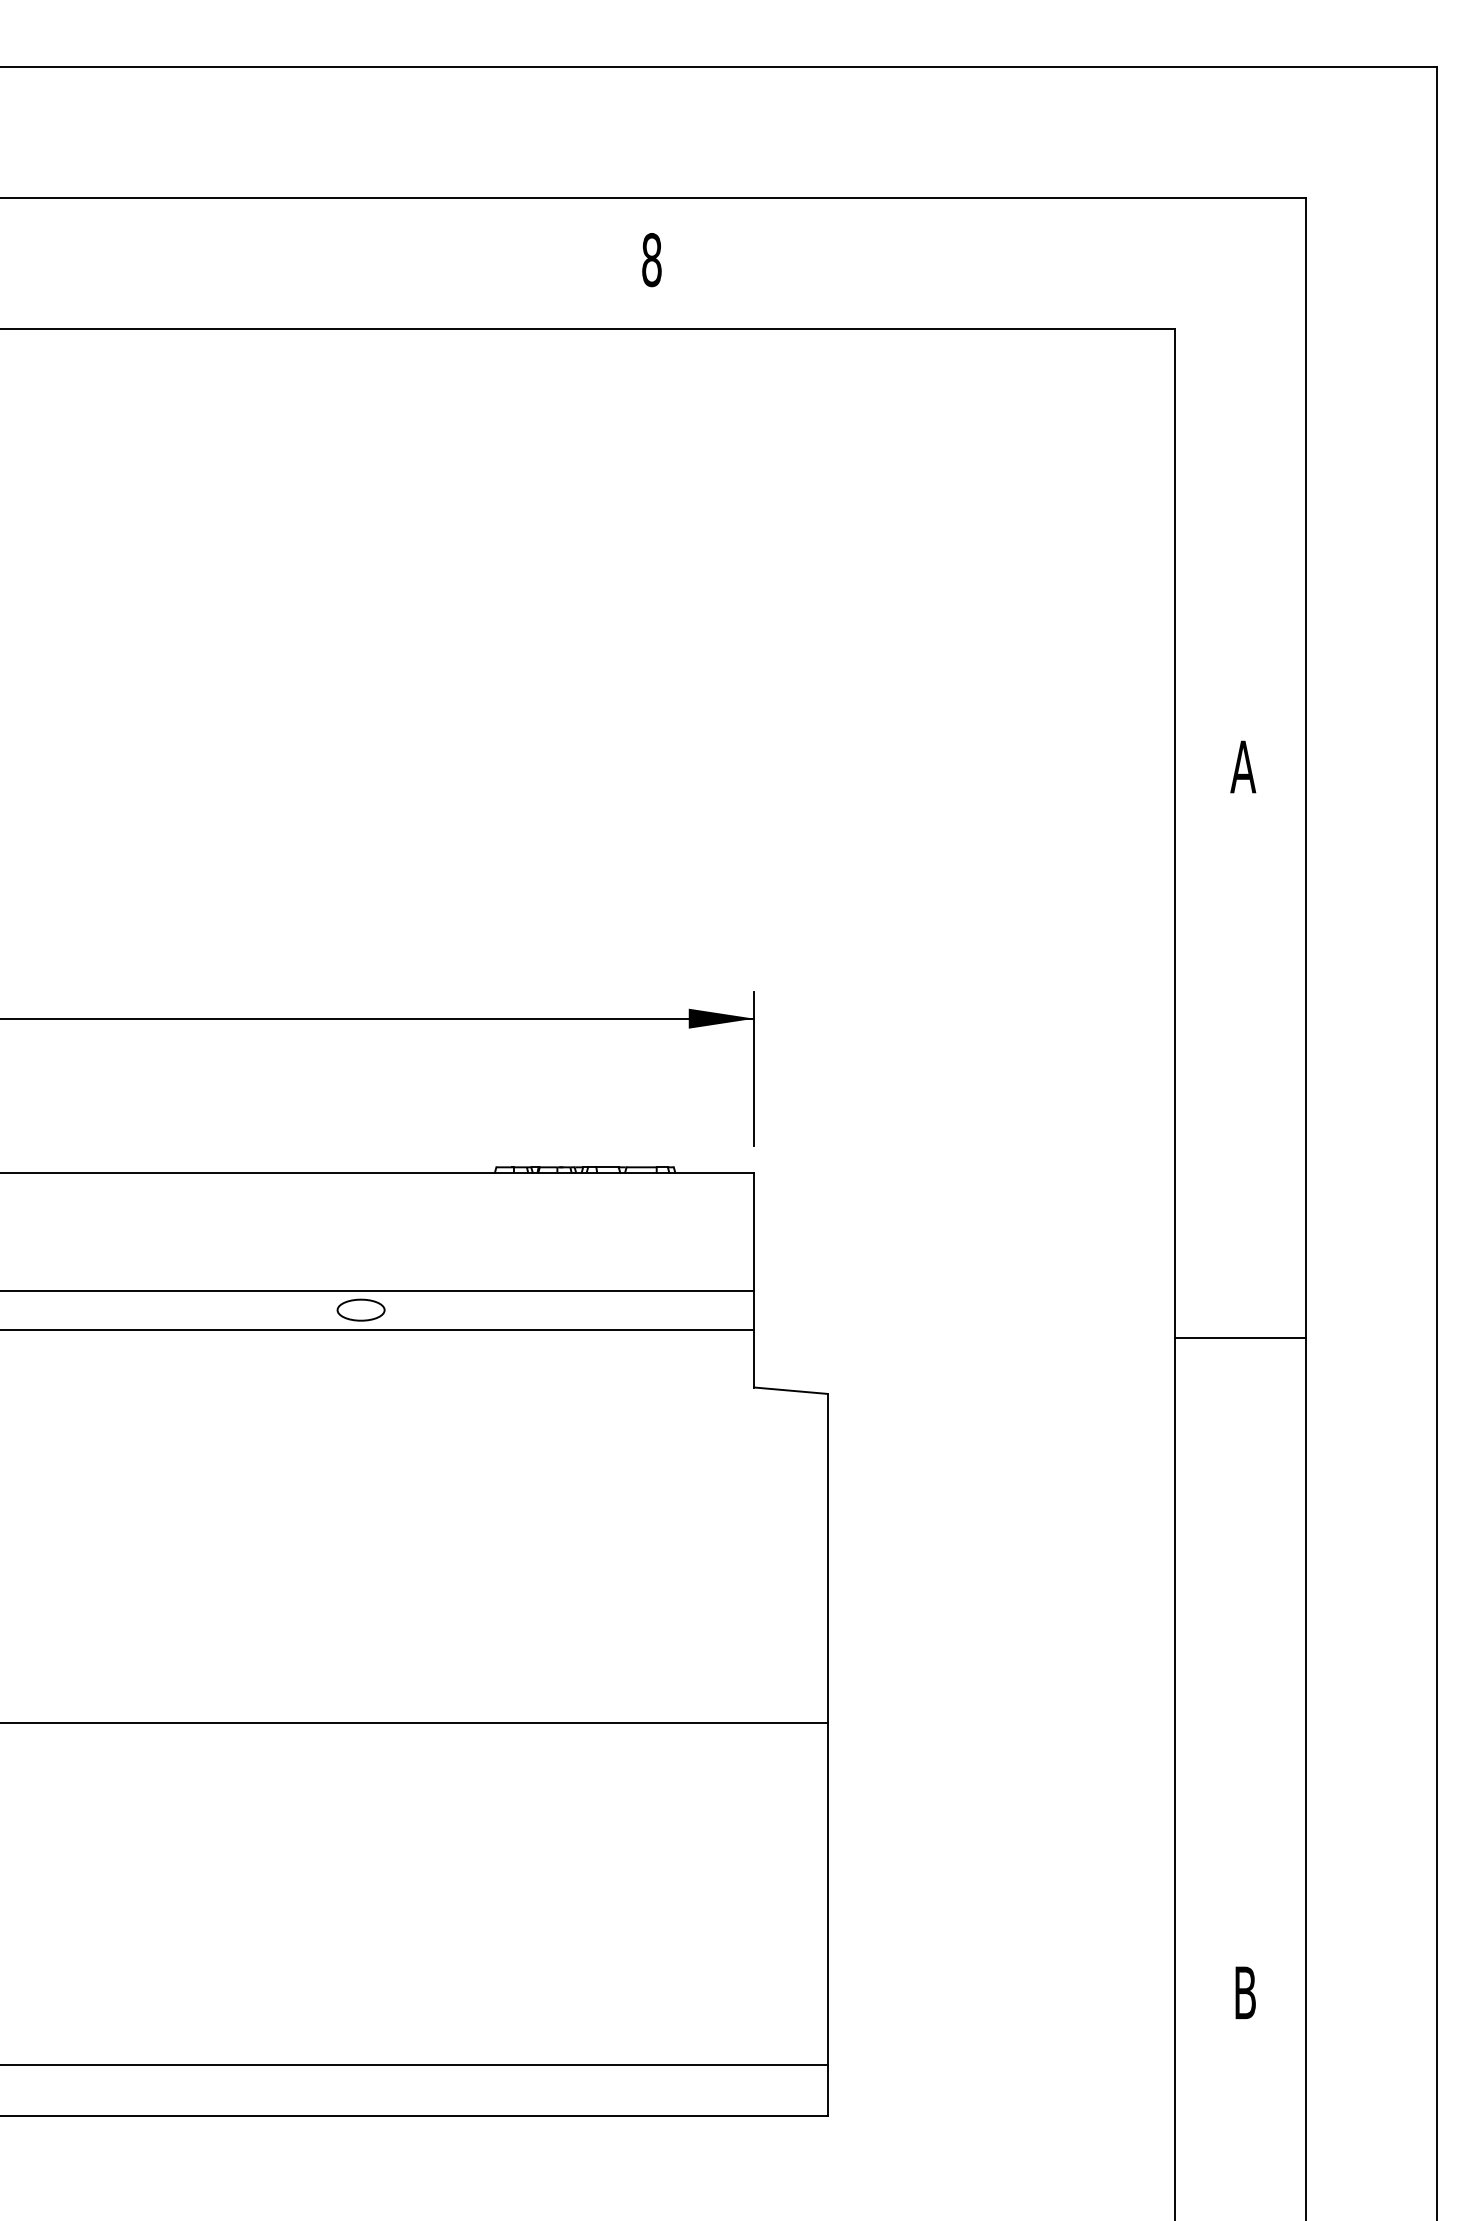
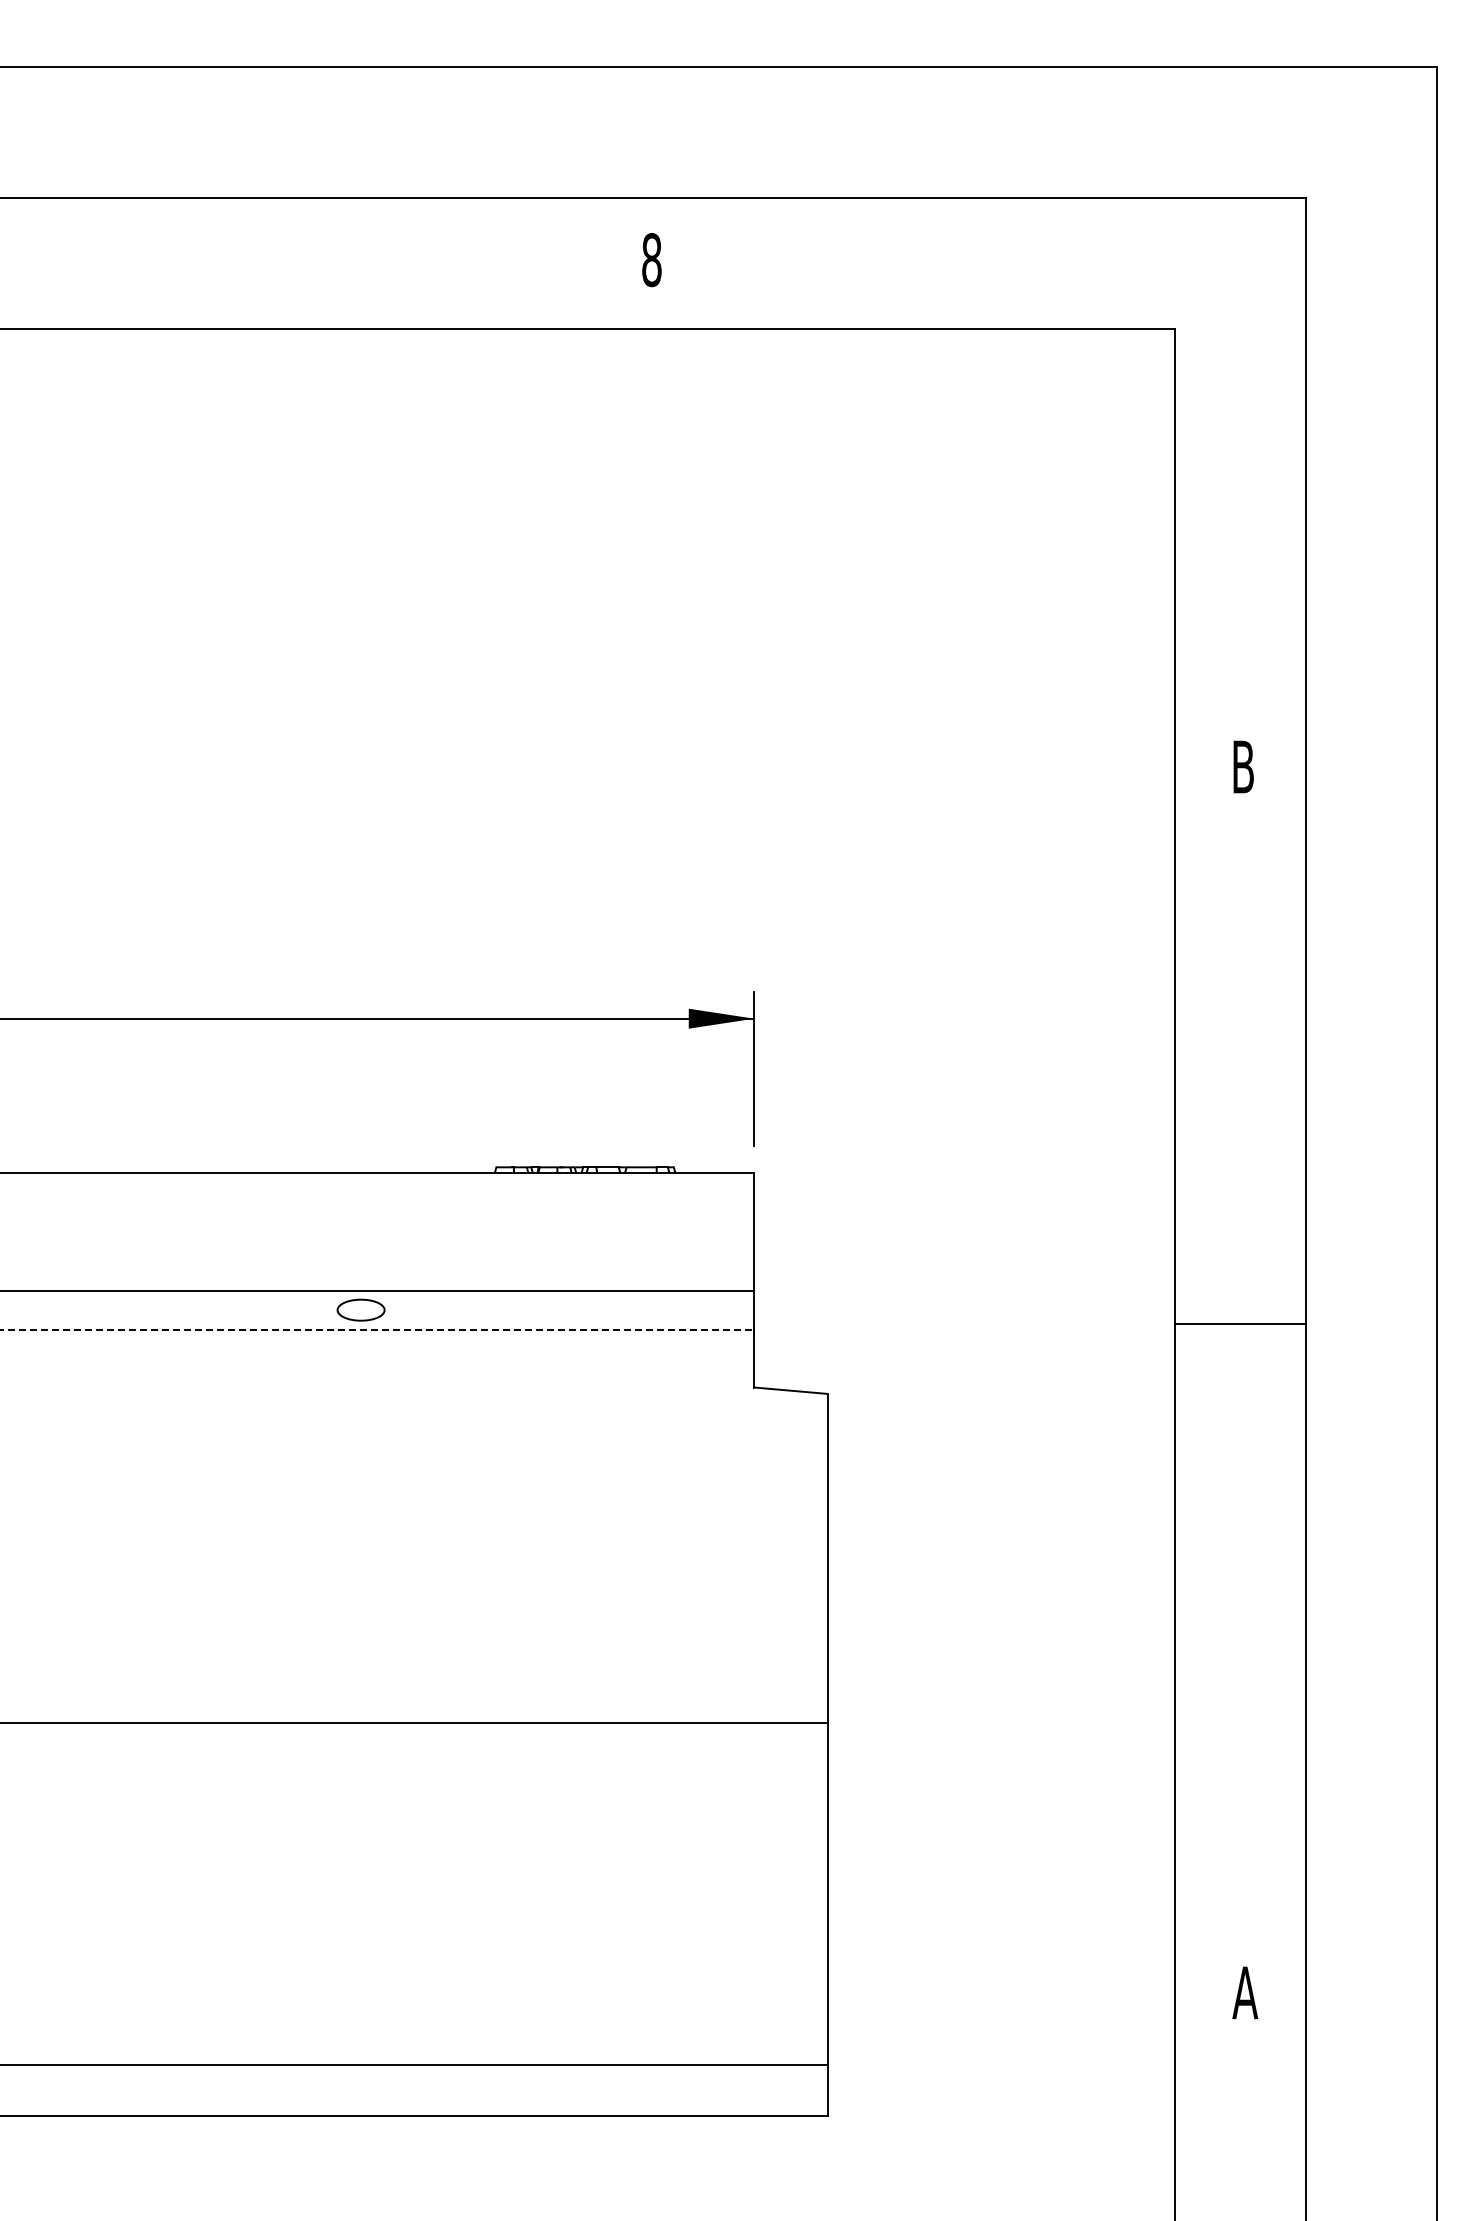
text at (1243, 766): A -> B
line at (378, 1329): solid -> dashed
line at (1240, 1337) position: (1240, 1337) -> (1240, 1323)
text at (1245, 1992): B -> A
